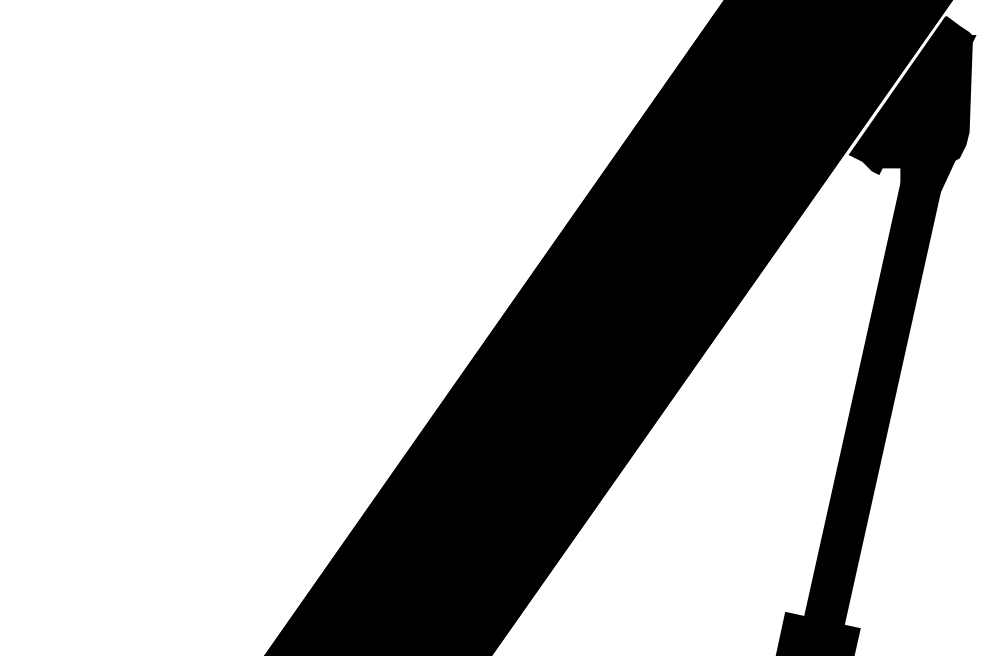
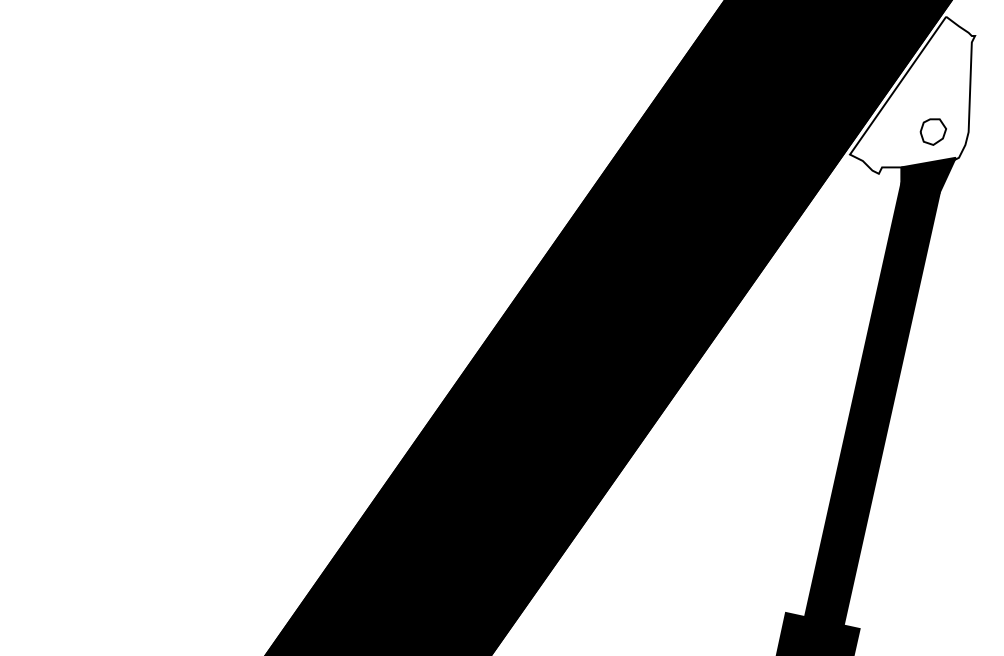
fill at (912, 94): present -> none
